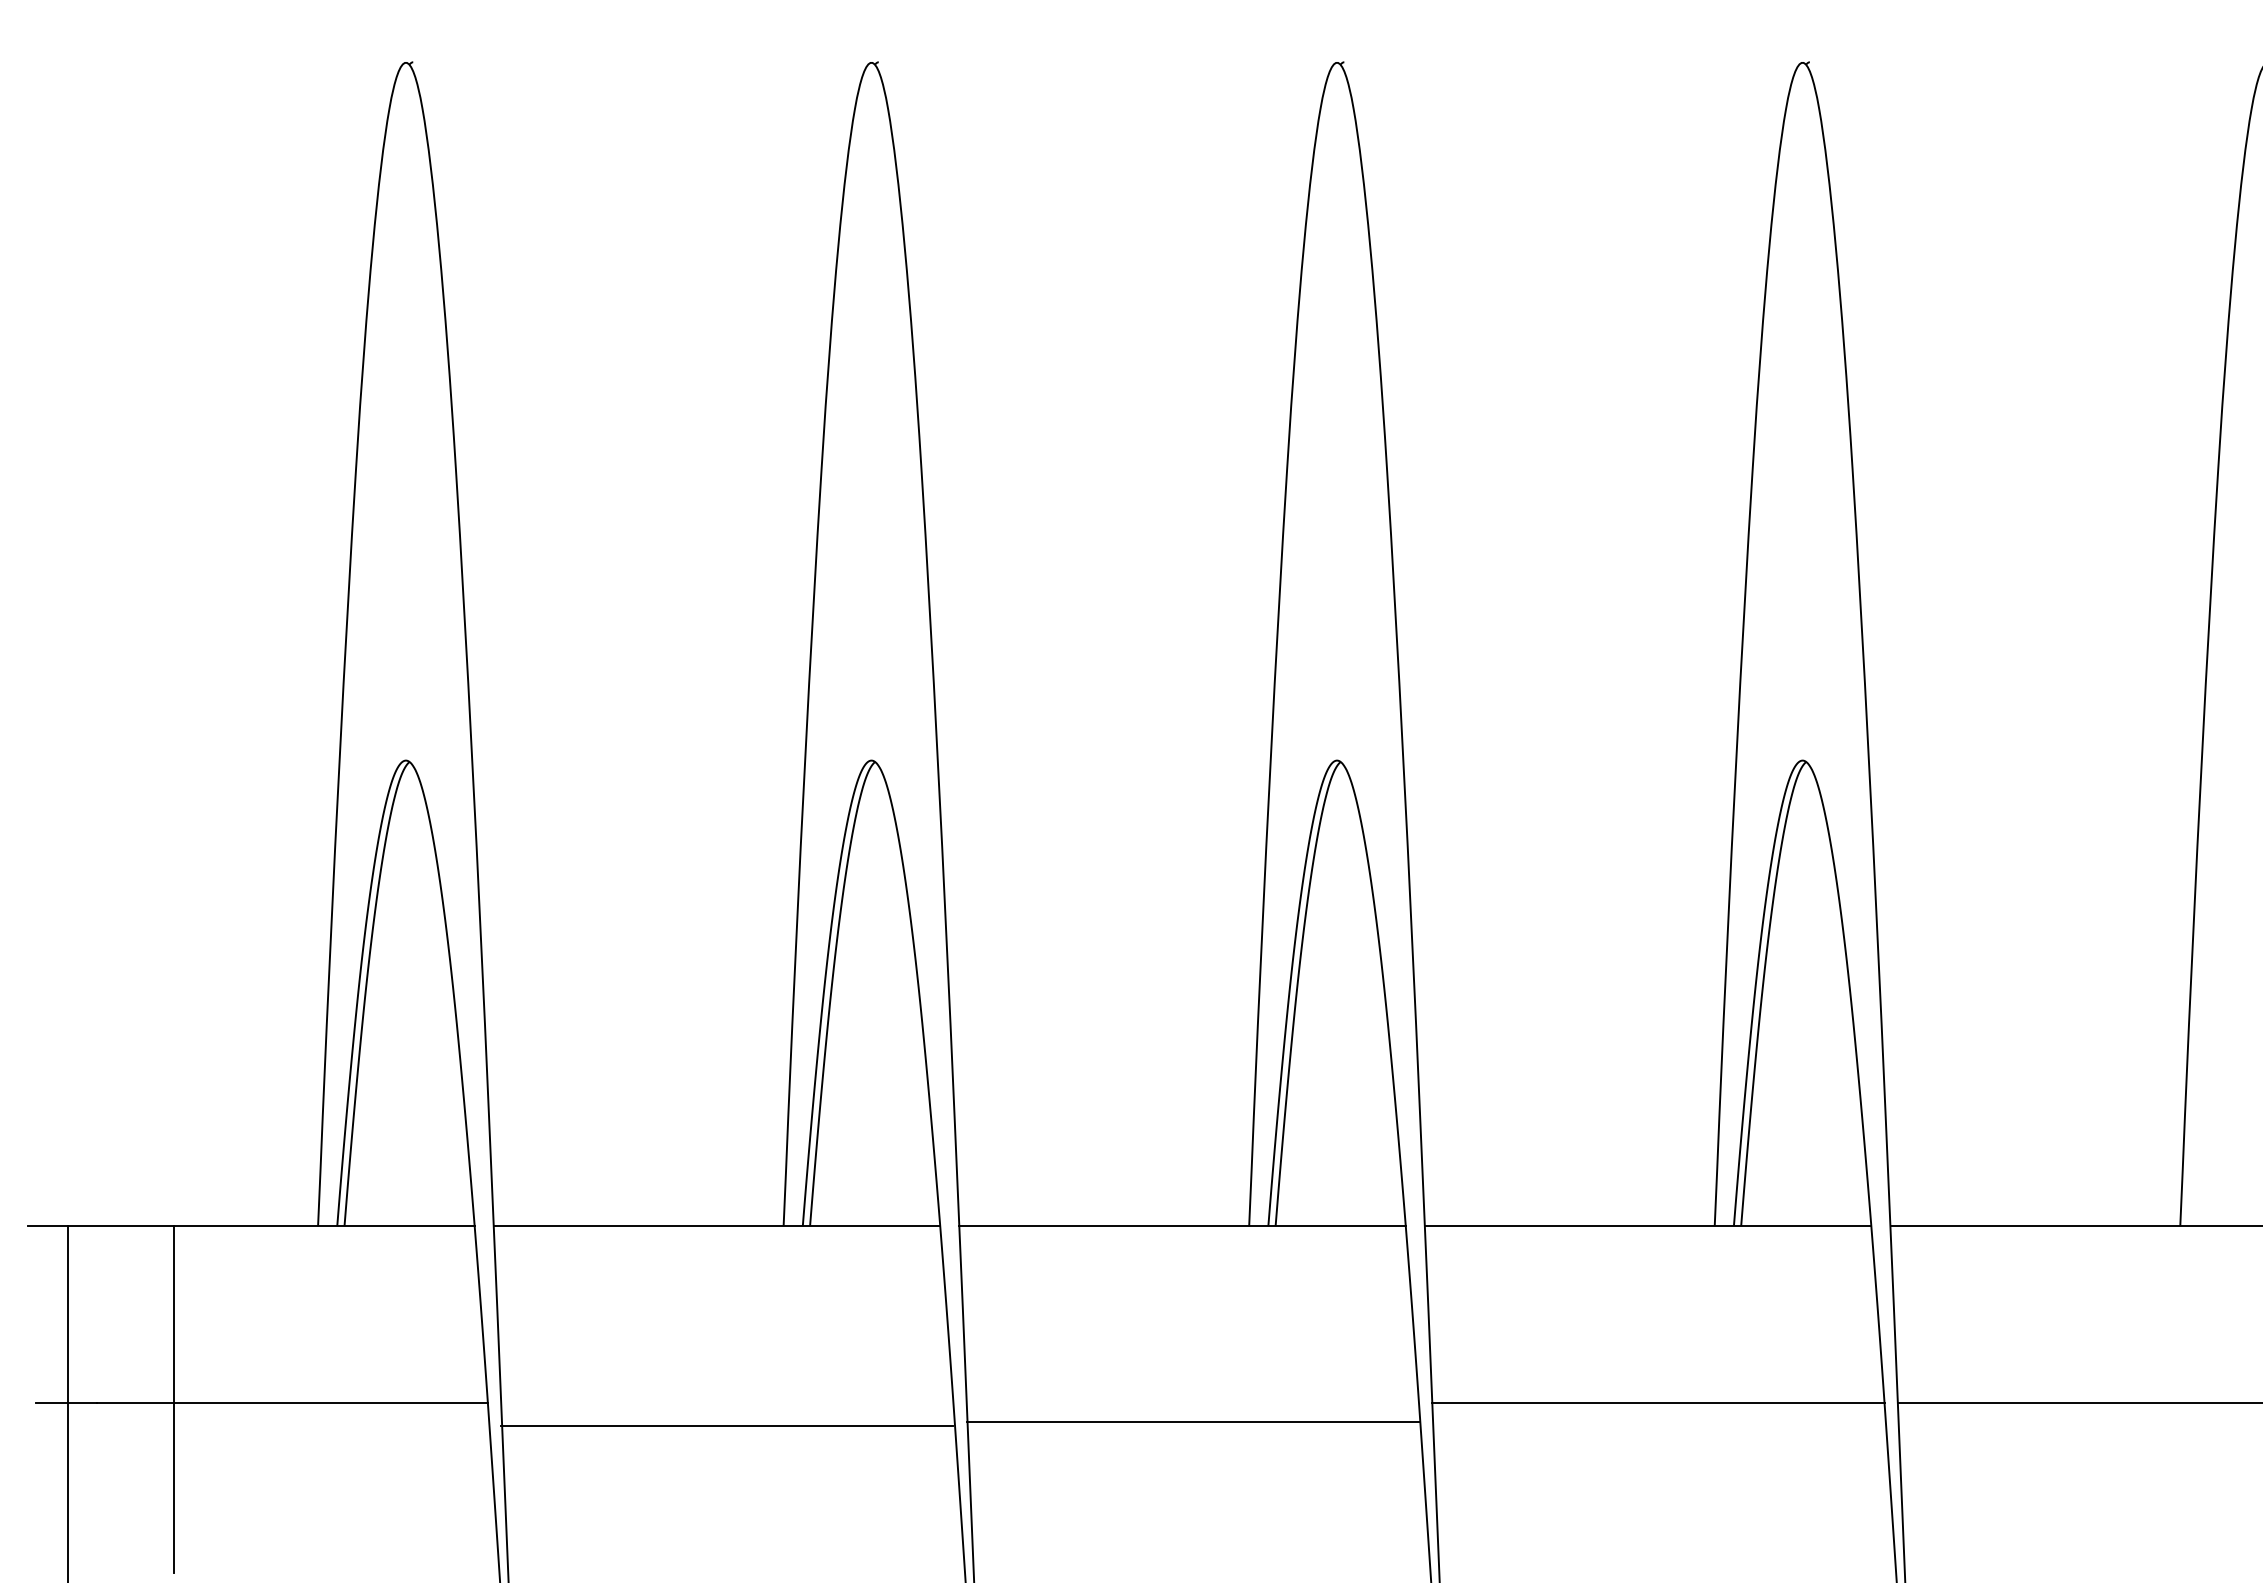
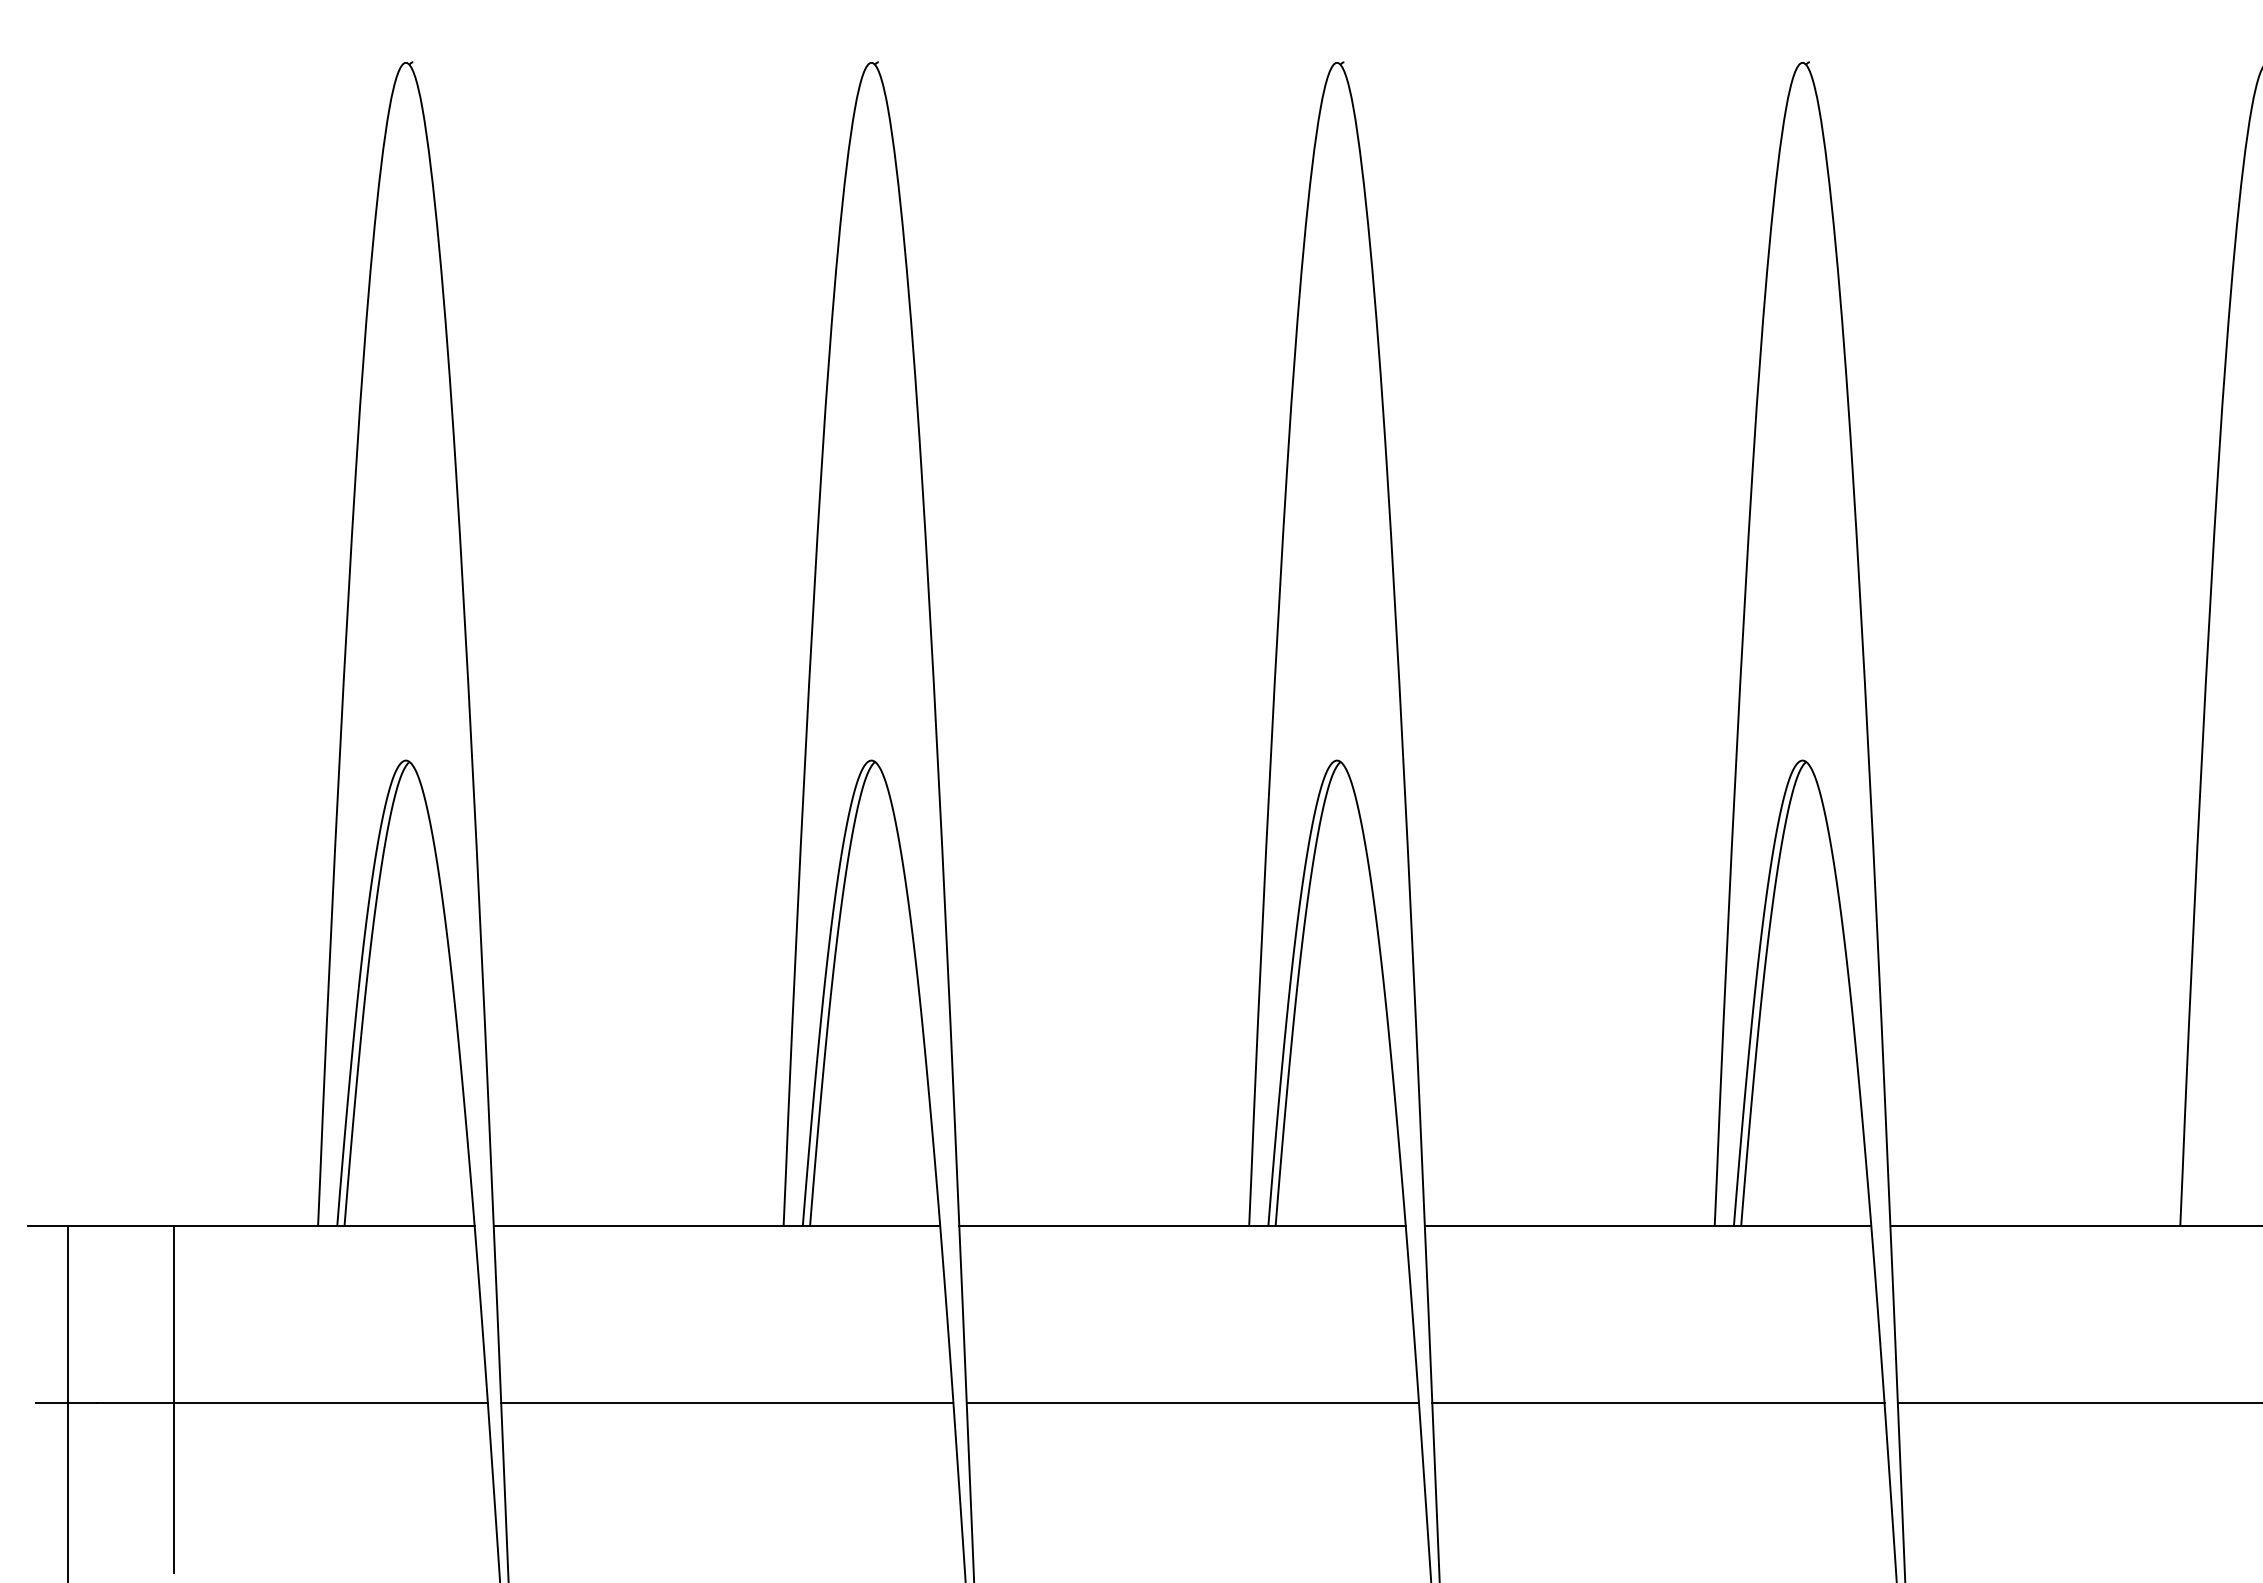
line at (1192, 1422) position: (1192, 1422) -> (1192, 1403)
line at (727, 1426) position: (727, 1426) -> (727, 1403)
